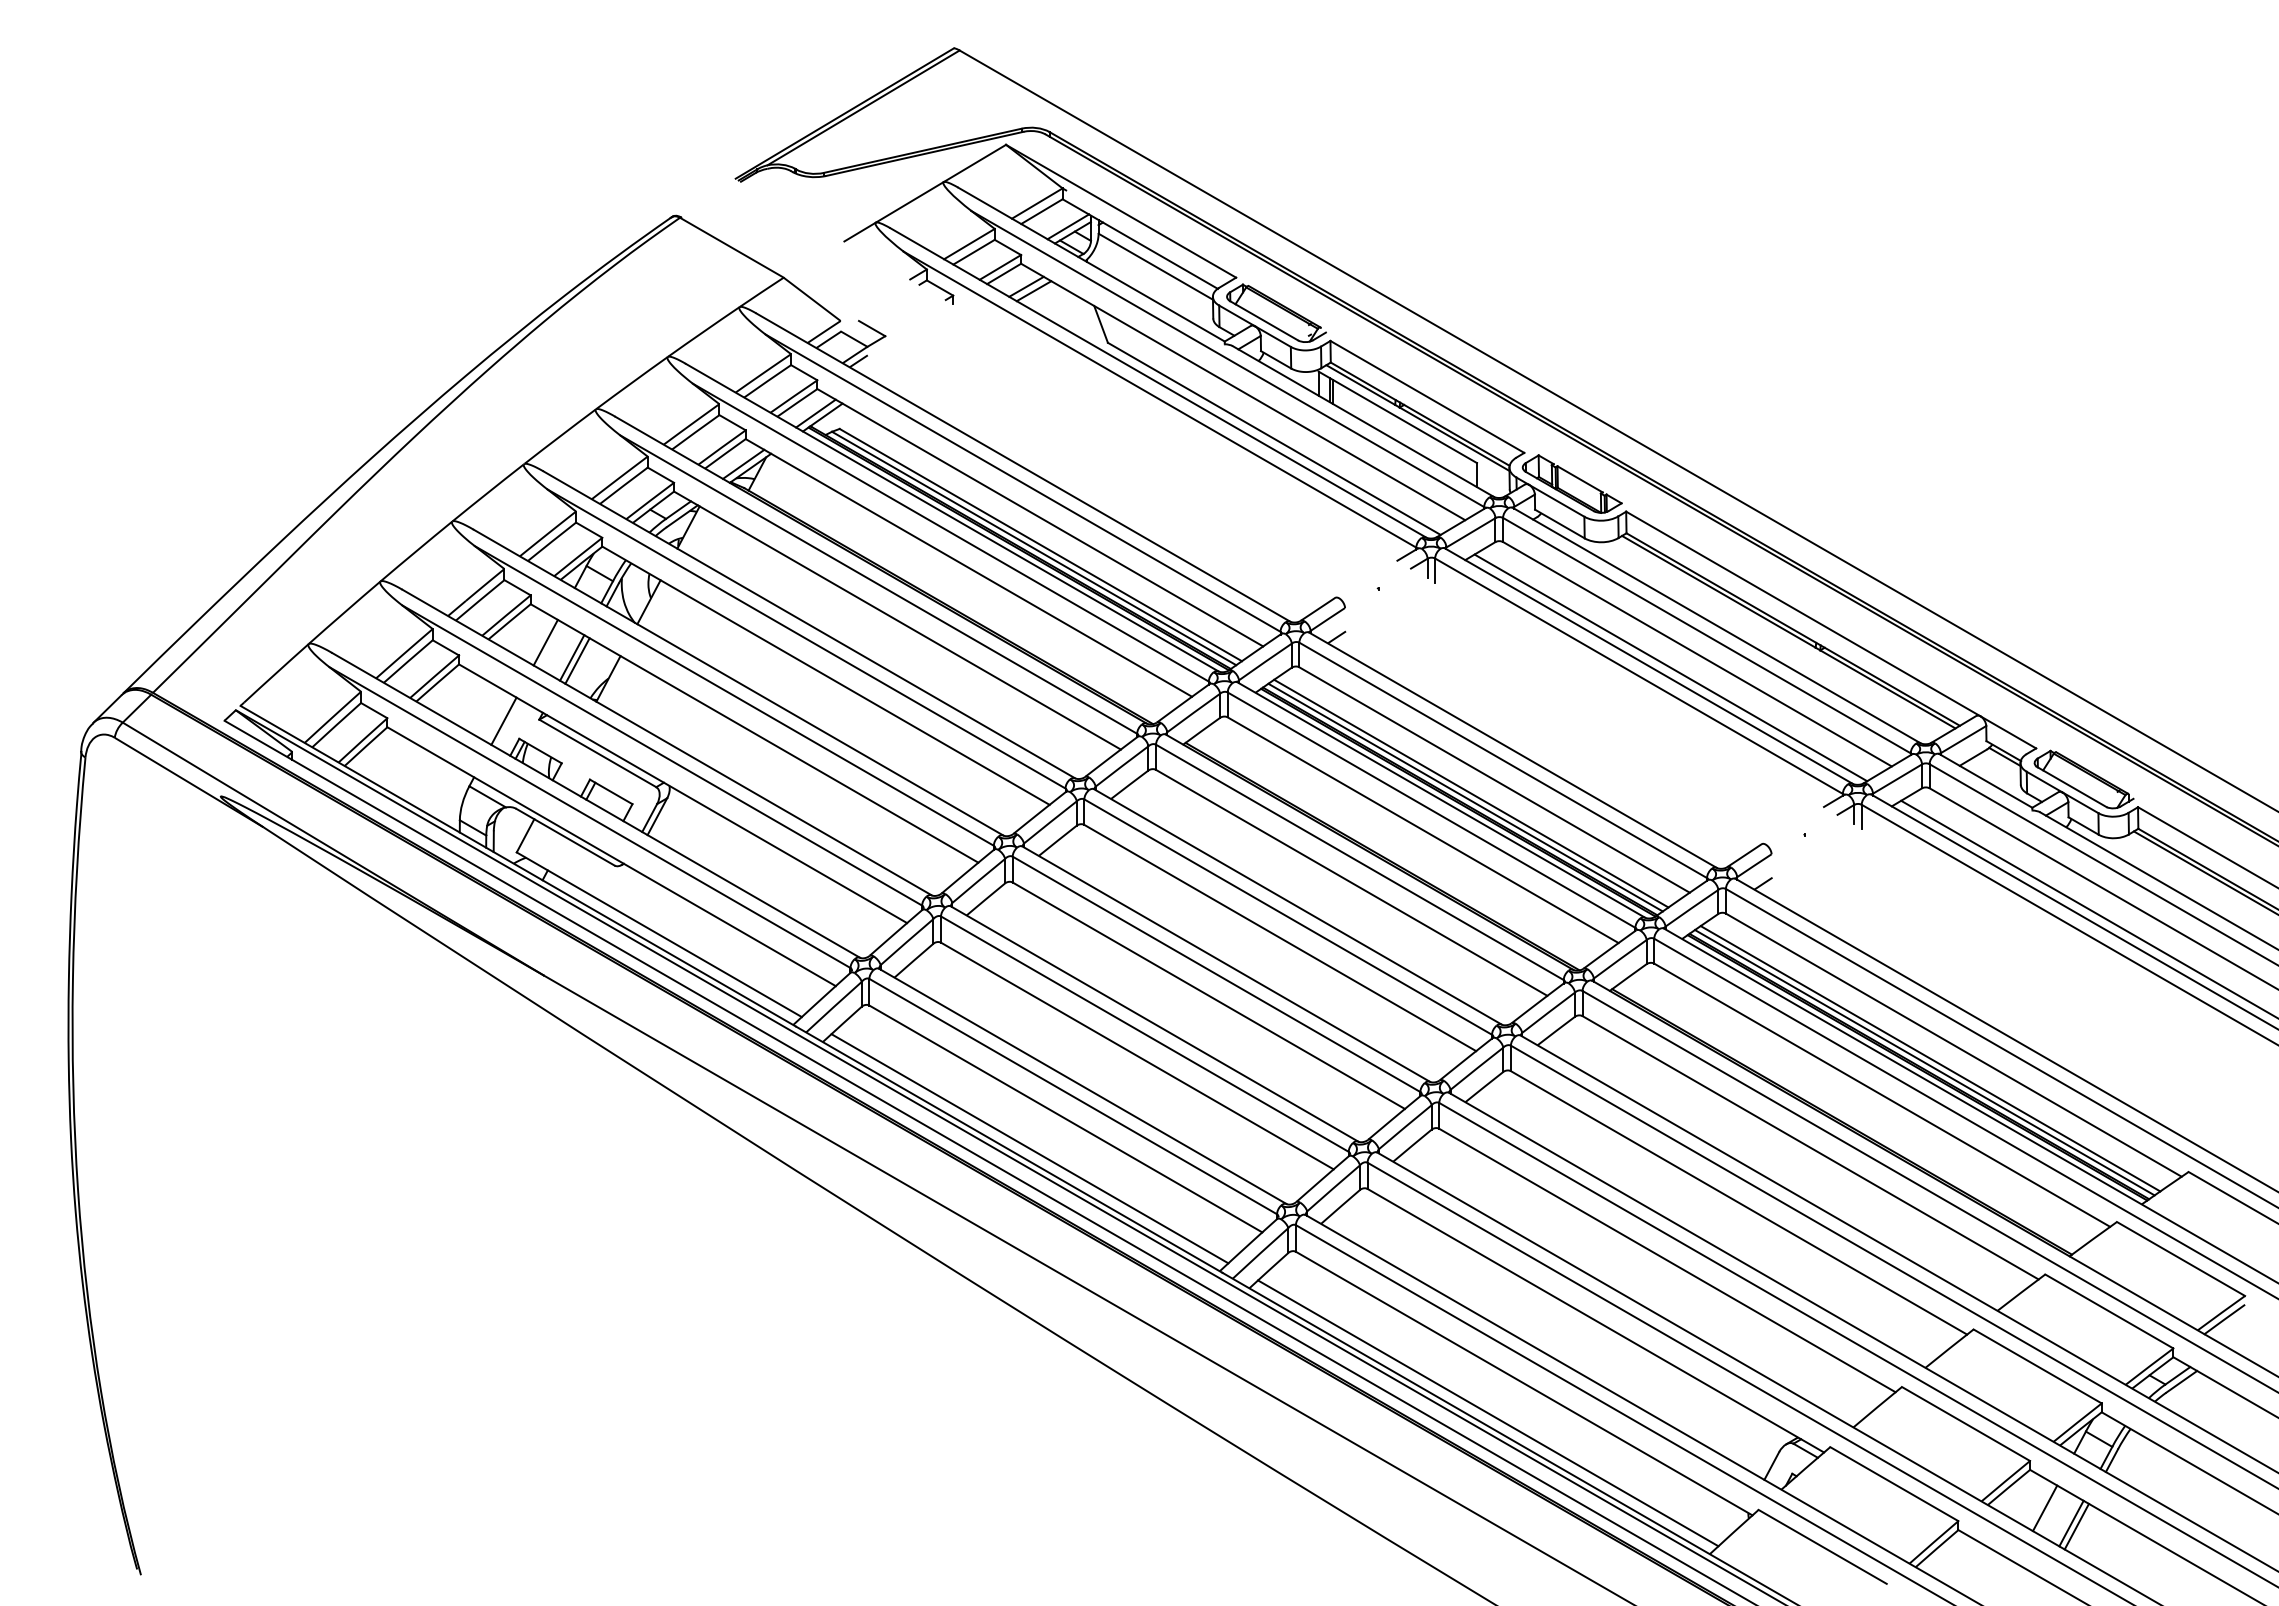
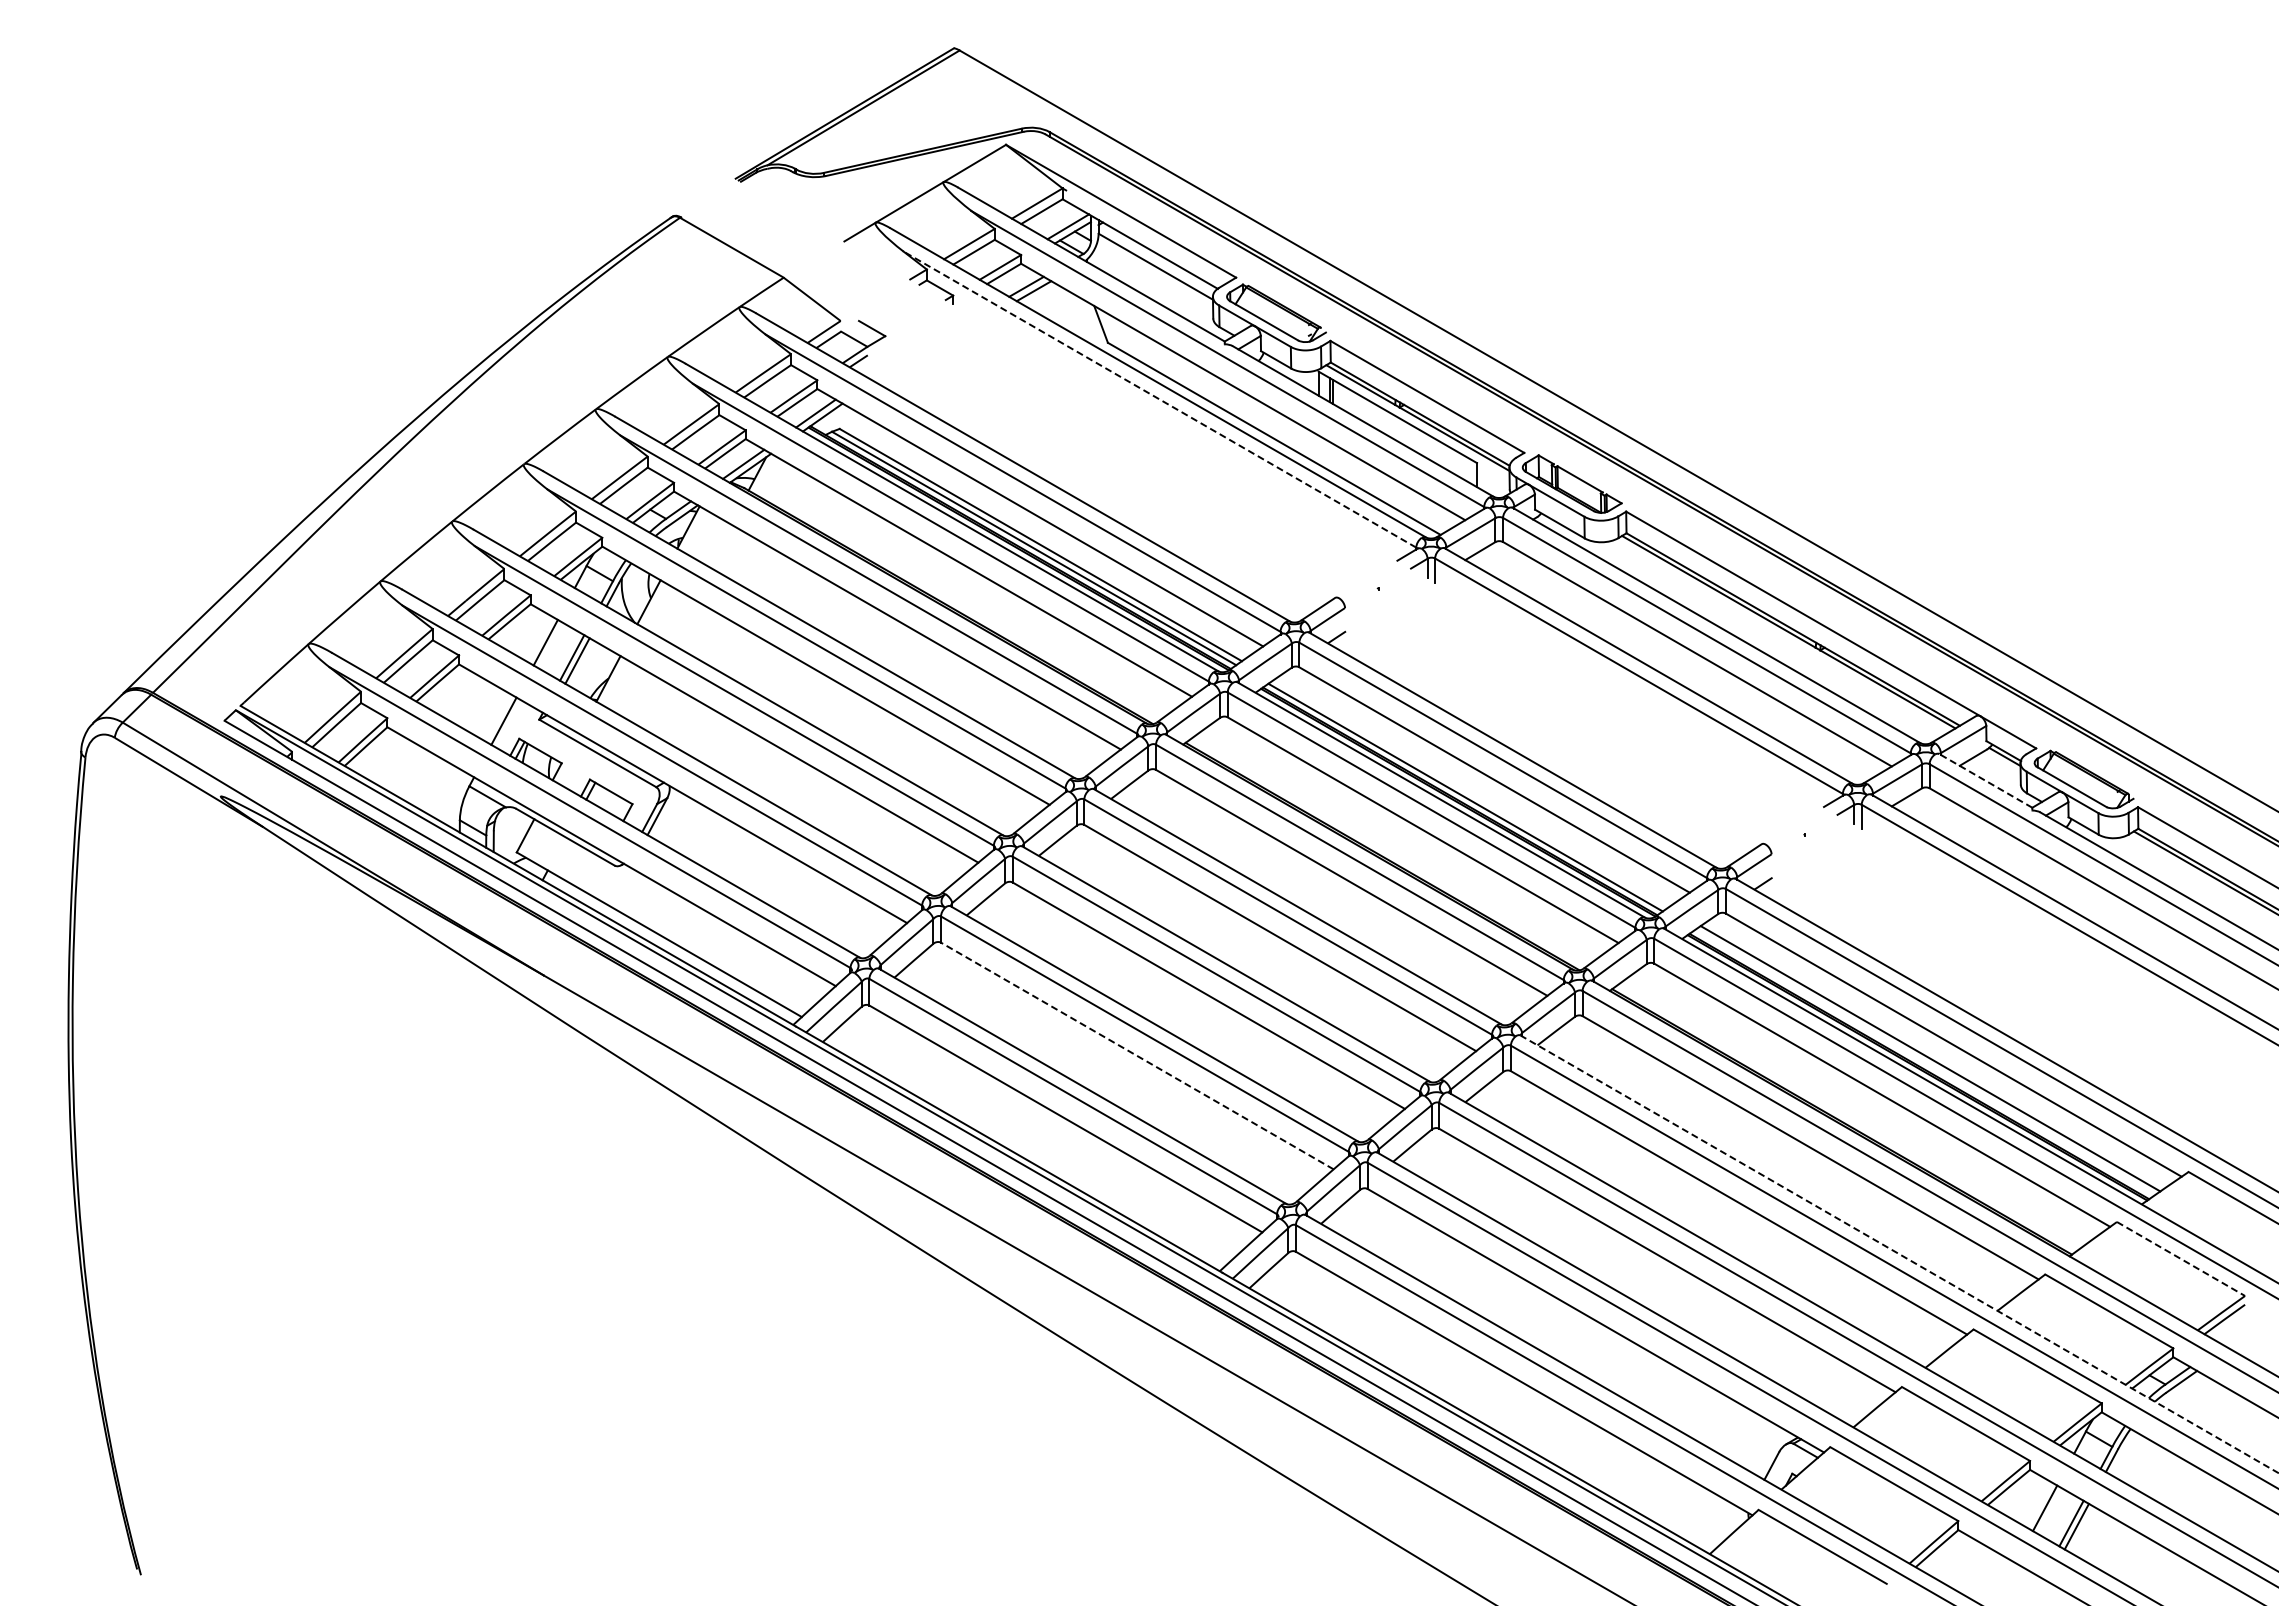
line at (1159, 399): solid -> dashed
line at (1670, 667): present -> none
line at (1985, 780): solid -> dashed
line at (1471, 793): present -> none
line at (2088, 908): present -> none
line at (1137, 1056): solid -> dashed
line at (1924, 1062): present -> none
line at (1029, 1148): present -> none
line at (1899, 1254): solid -> dashed
line at (2181, 1259): solid -> dashed
line at (1488, 1413): present -> none
